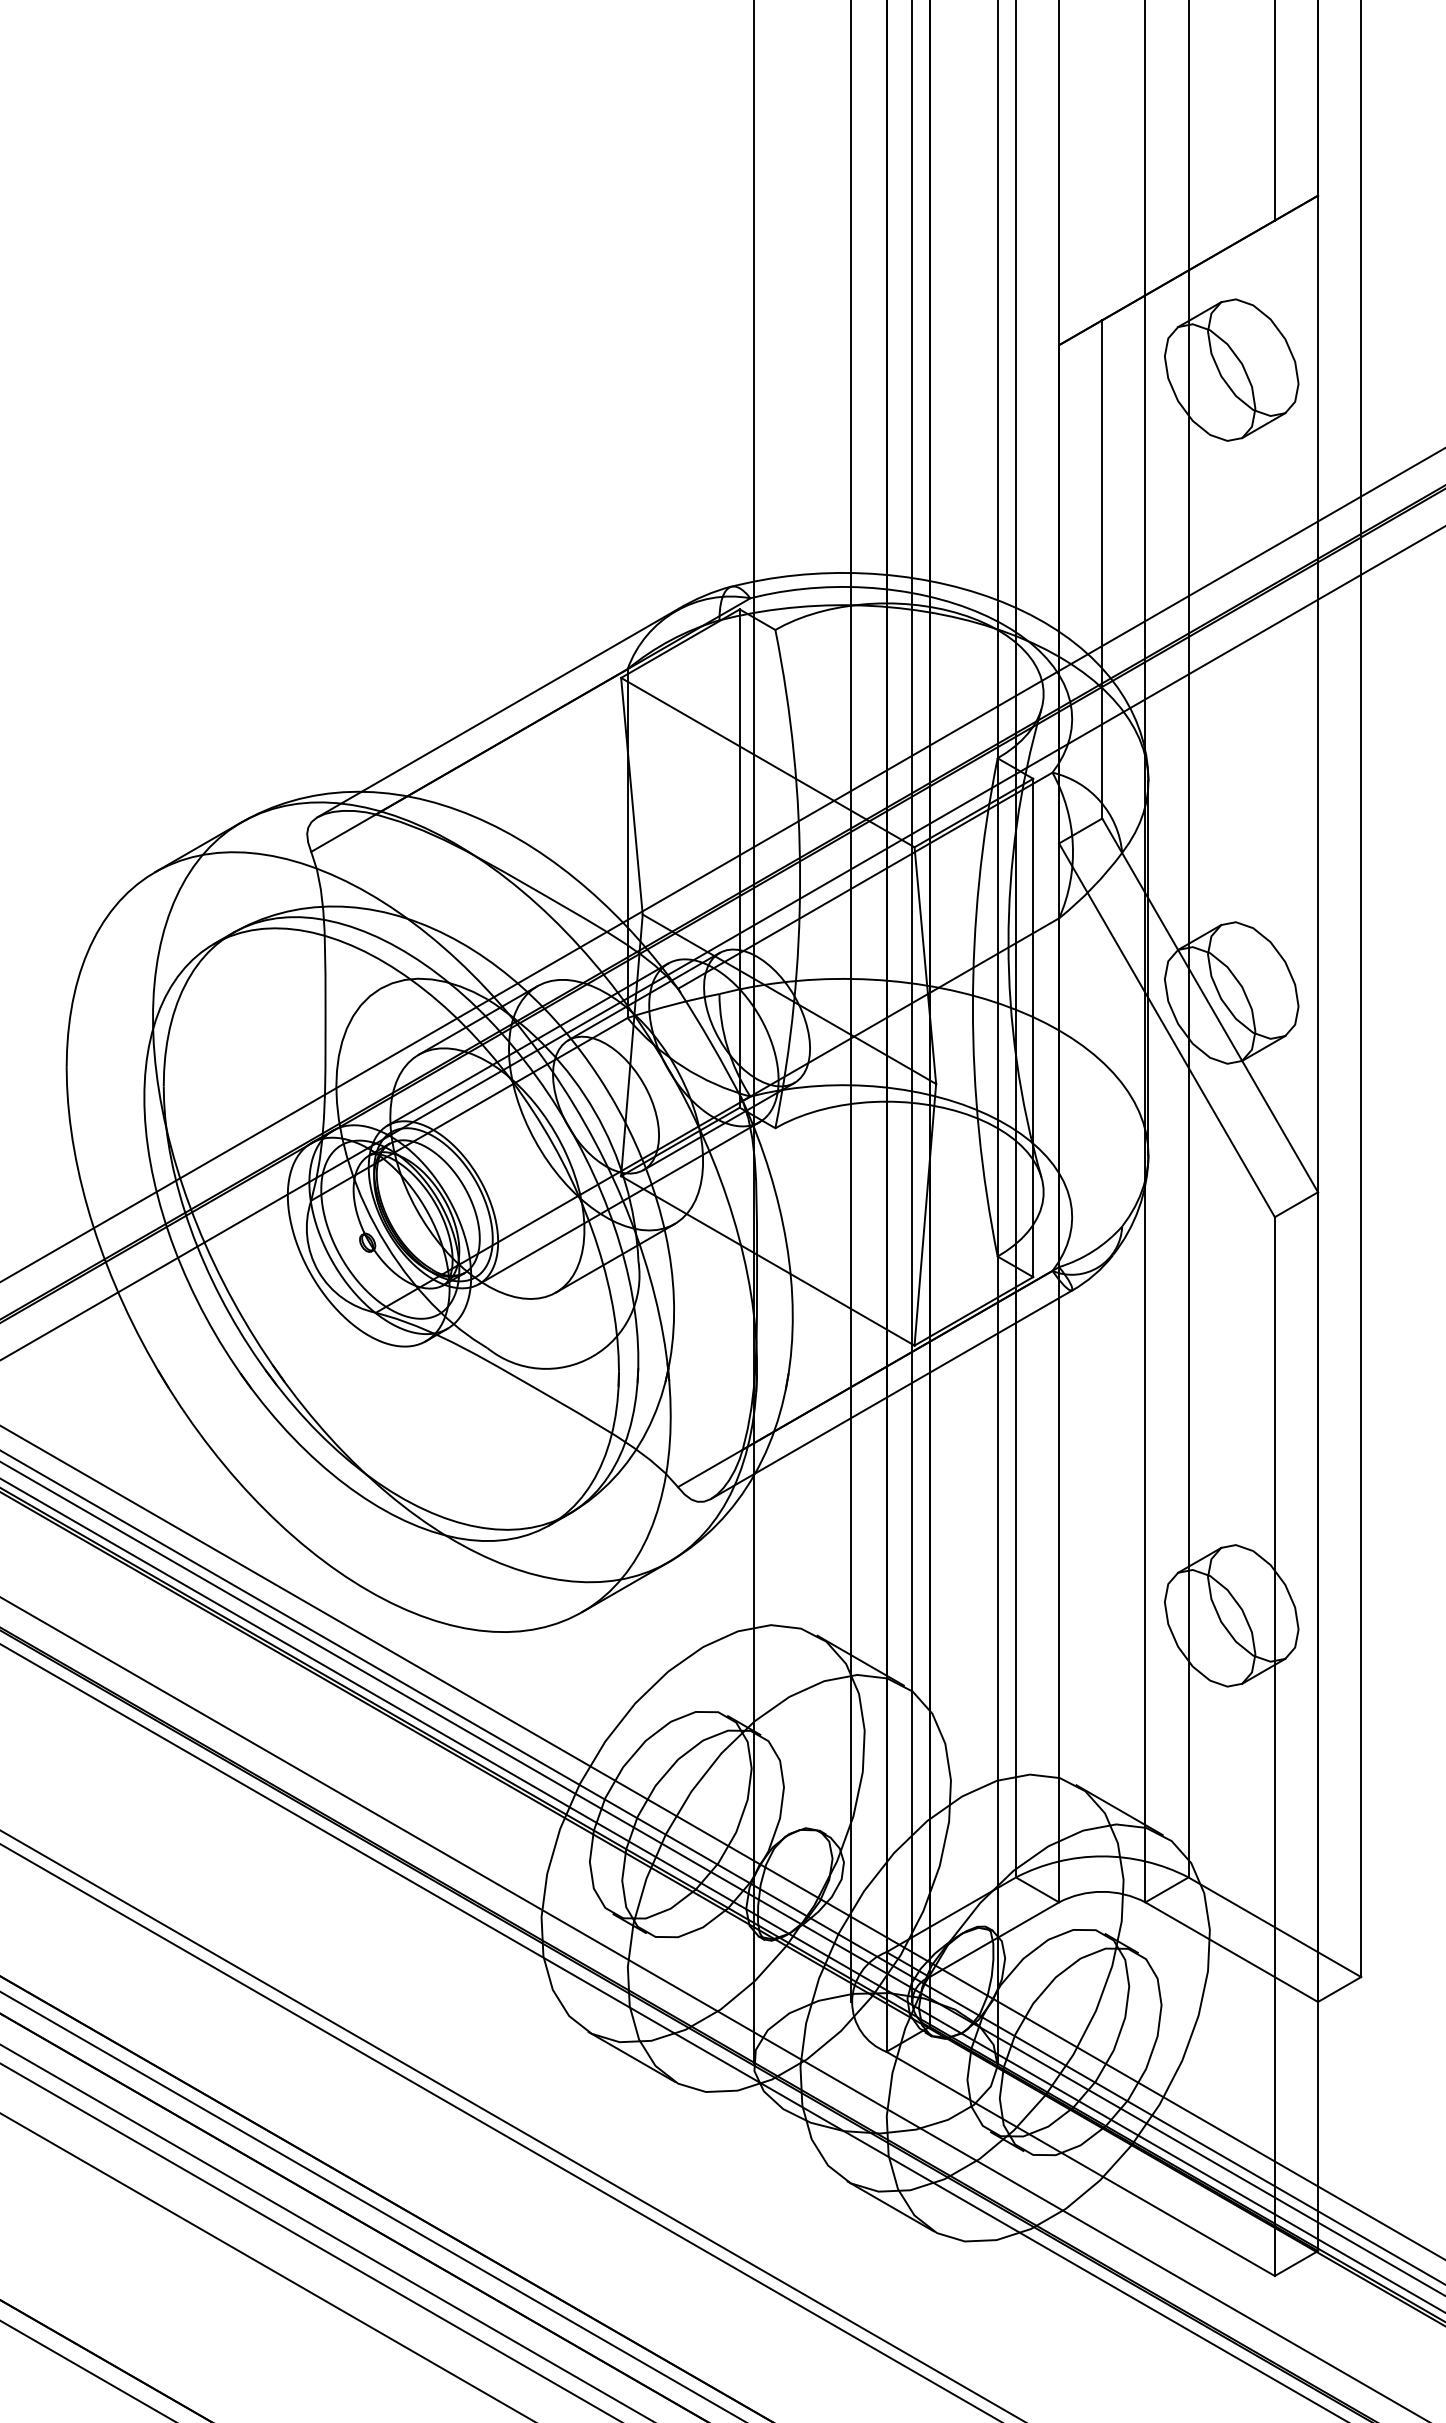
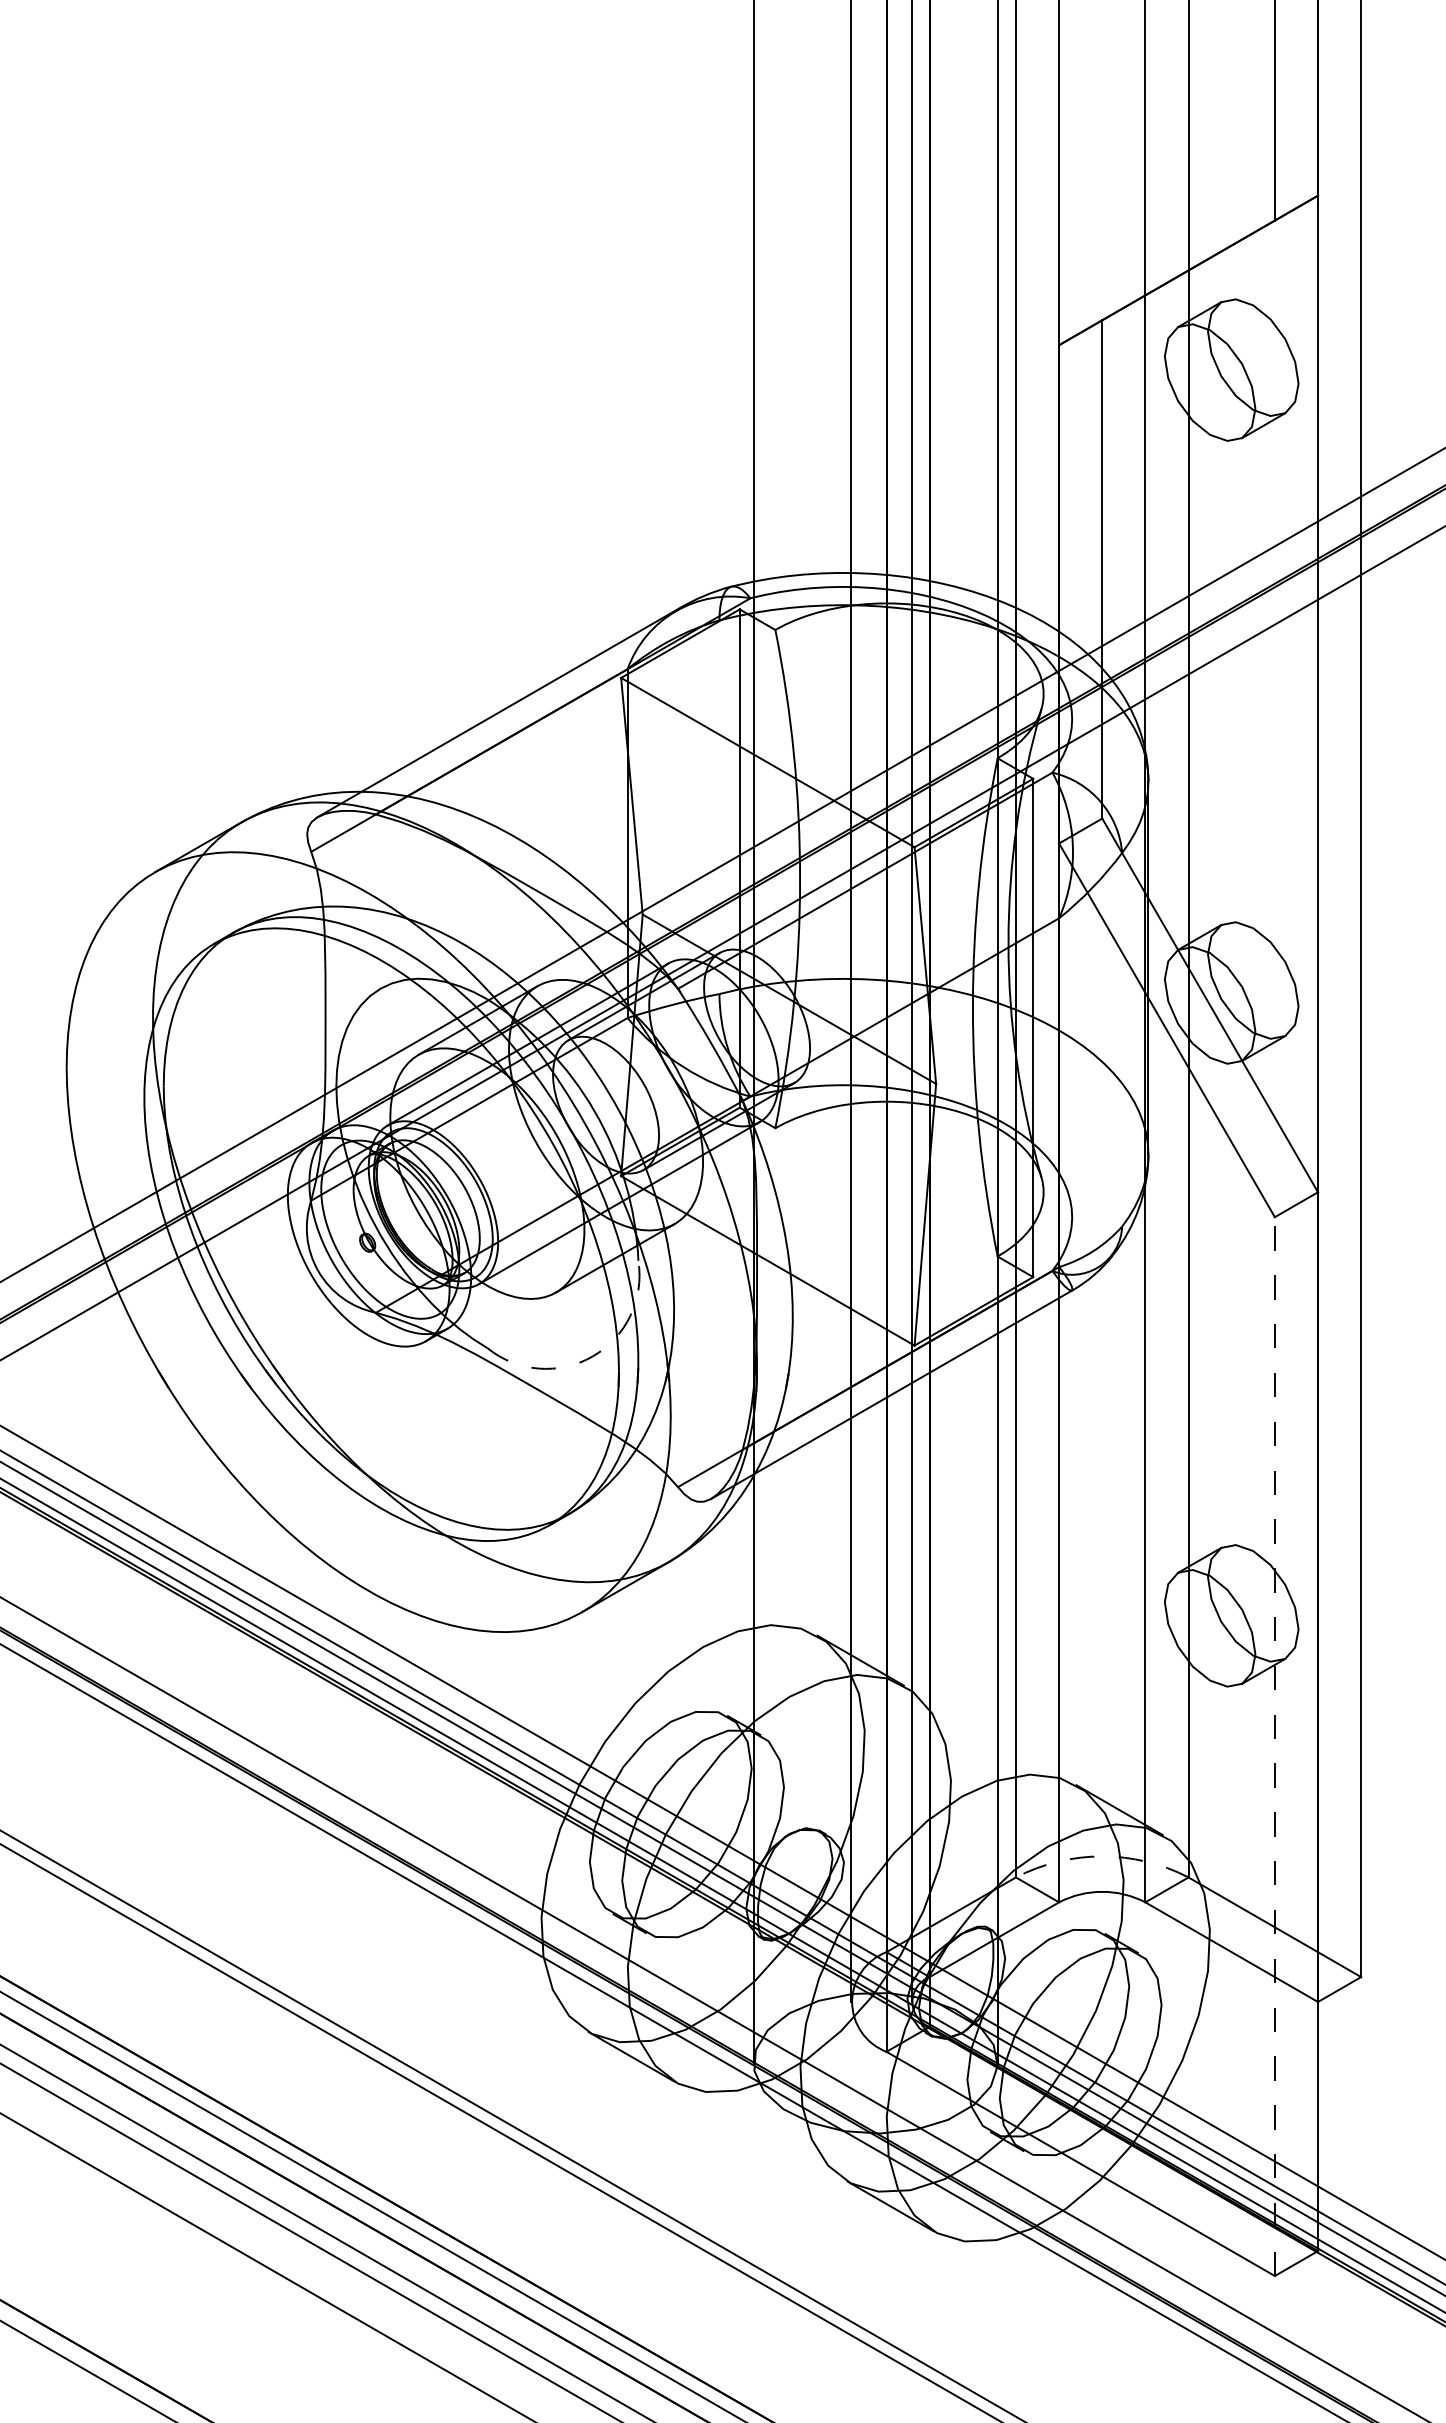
arc at (592, 1356): solid -> dashed
line at (1274, 1746): solid -> dashed
arc at (1102, 1856): solid -> dashed
